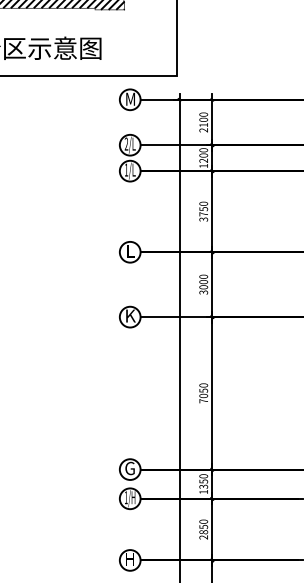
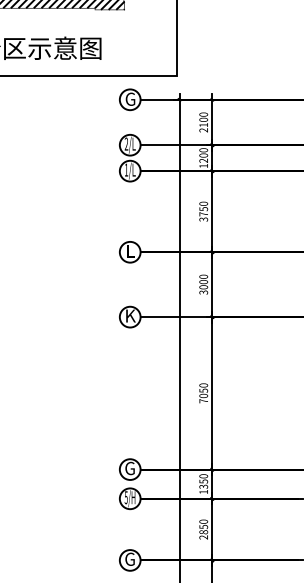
text at (130, 98): M -> G
text at (125, 497): 1/H -> 5/H
text at (129, 558): H -> G
